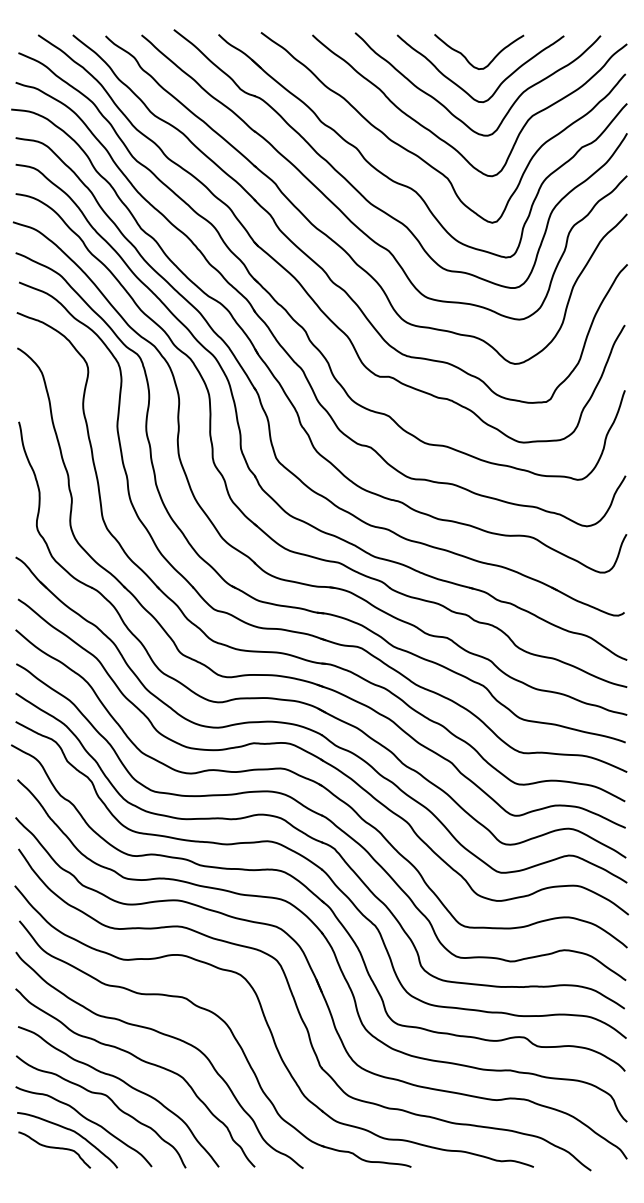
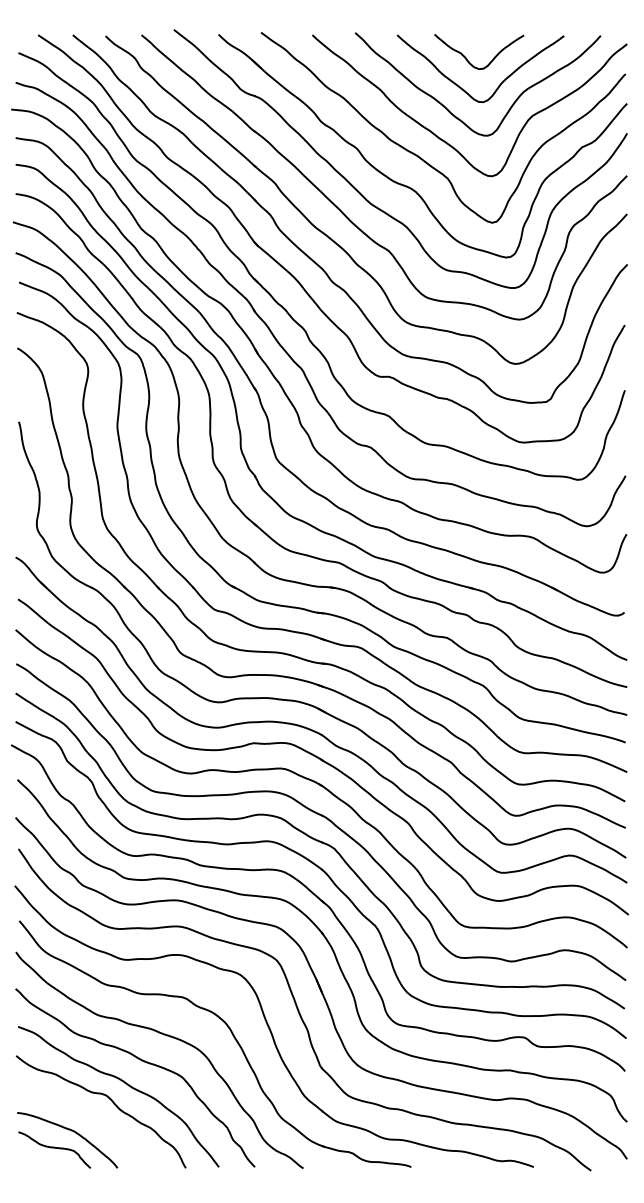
curve at (87, 1120): present -> none
